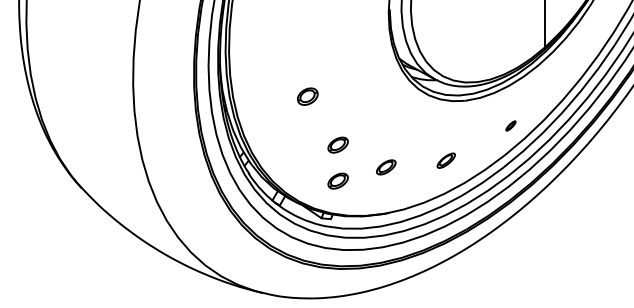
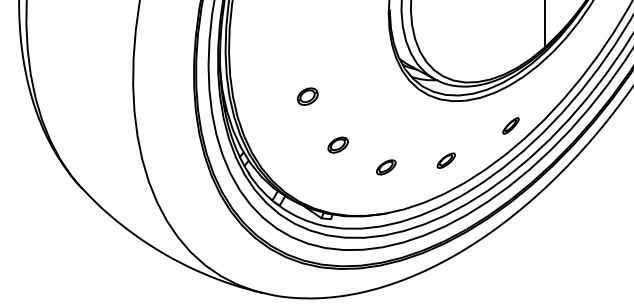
part at (510, 125) size: 12x12 px -> 18x18 px
part at (337, 180): present -> none
